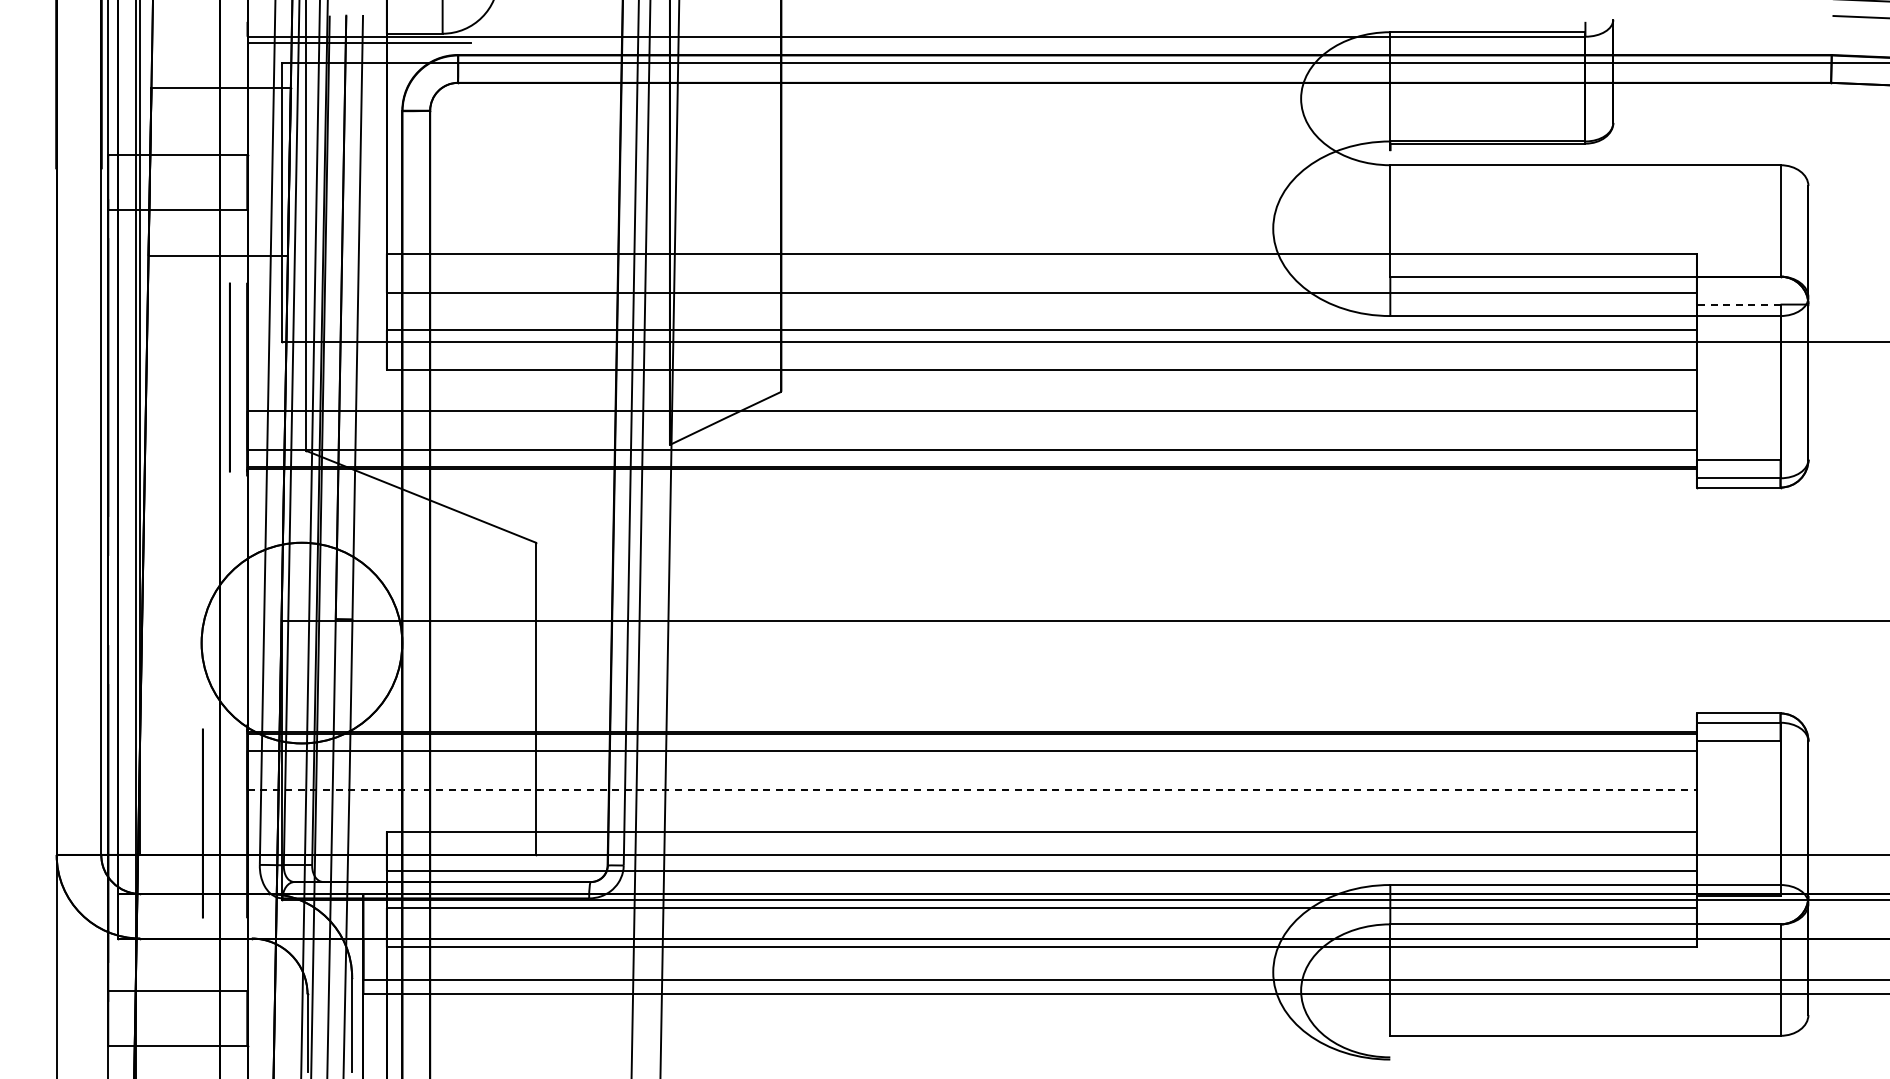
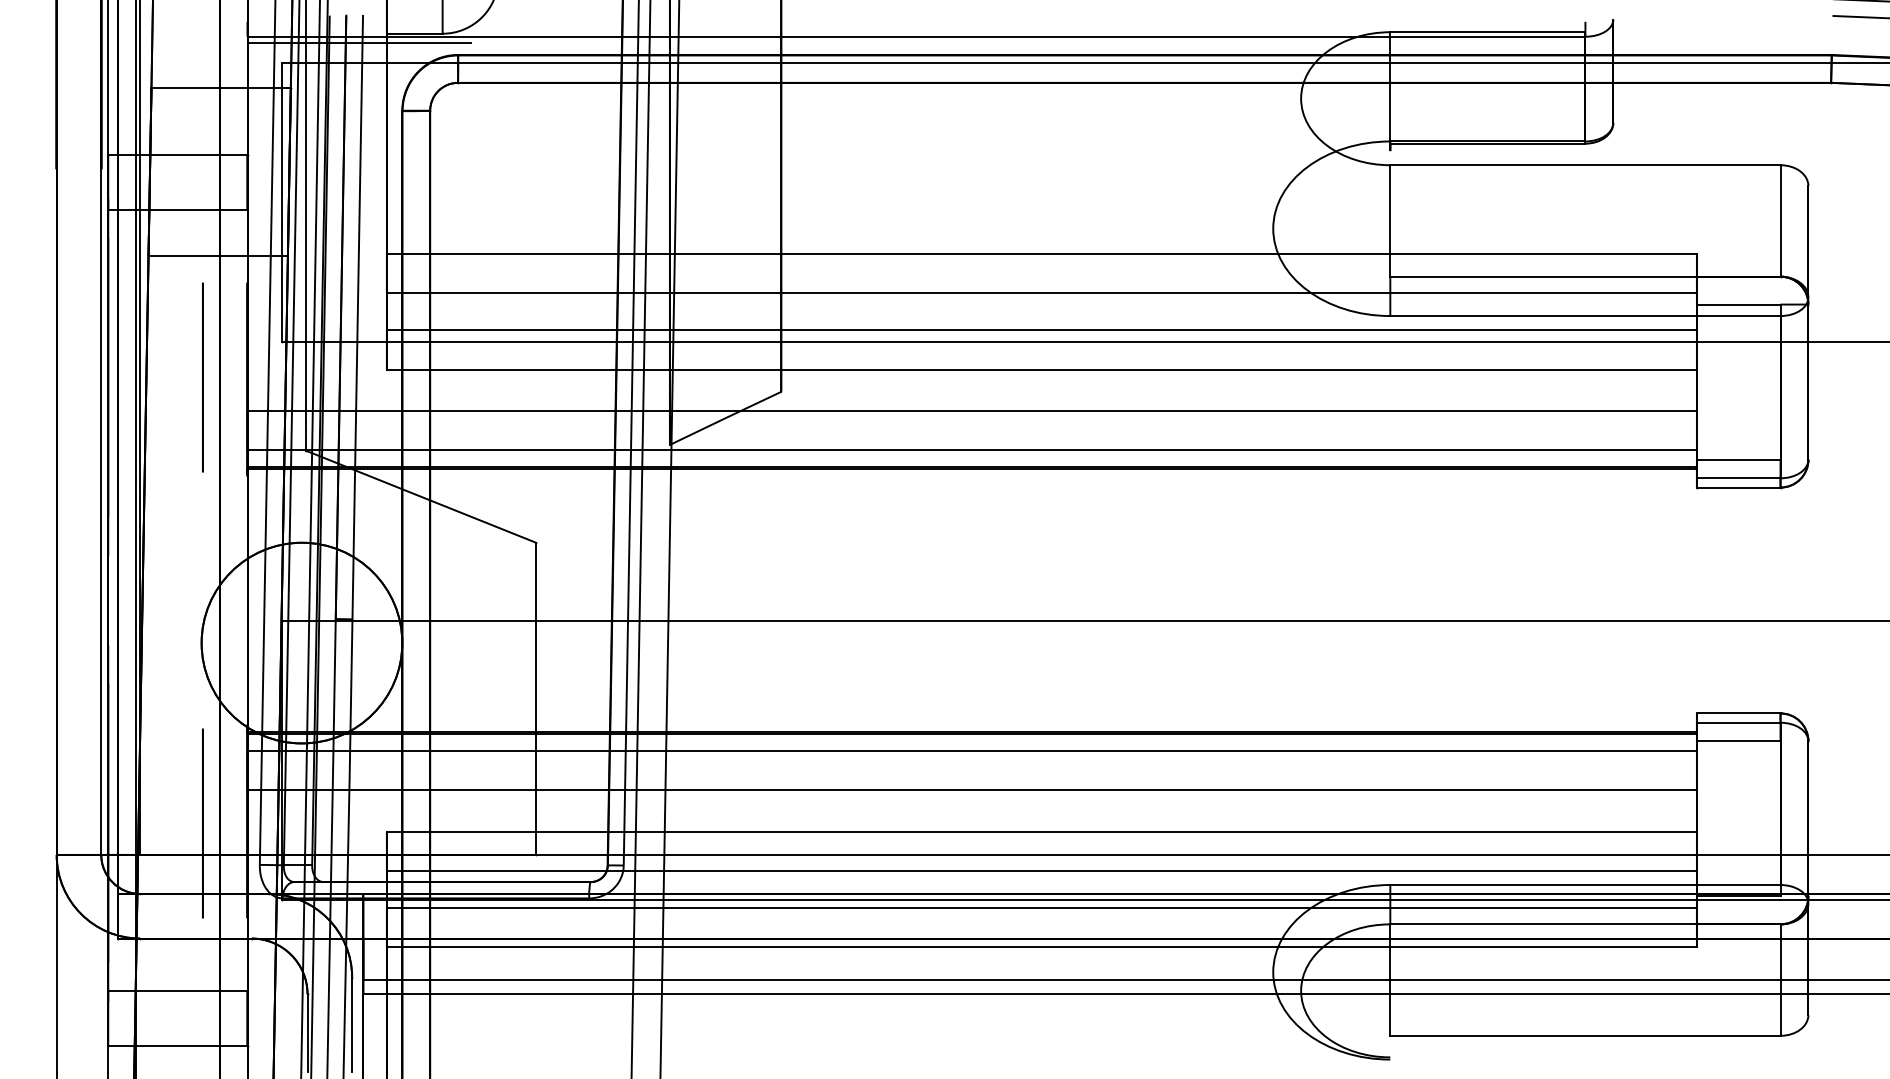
line at (1738, 304): dashed -> solid
circle at (229, 377) position: (229, 377) -> (202, 377)
line at (972, 789): dashed -> solid
